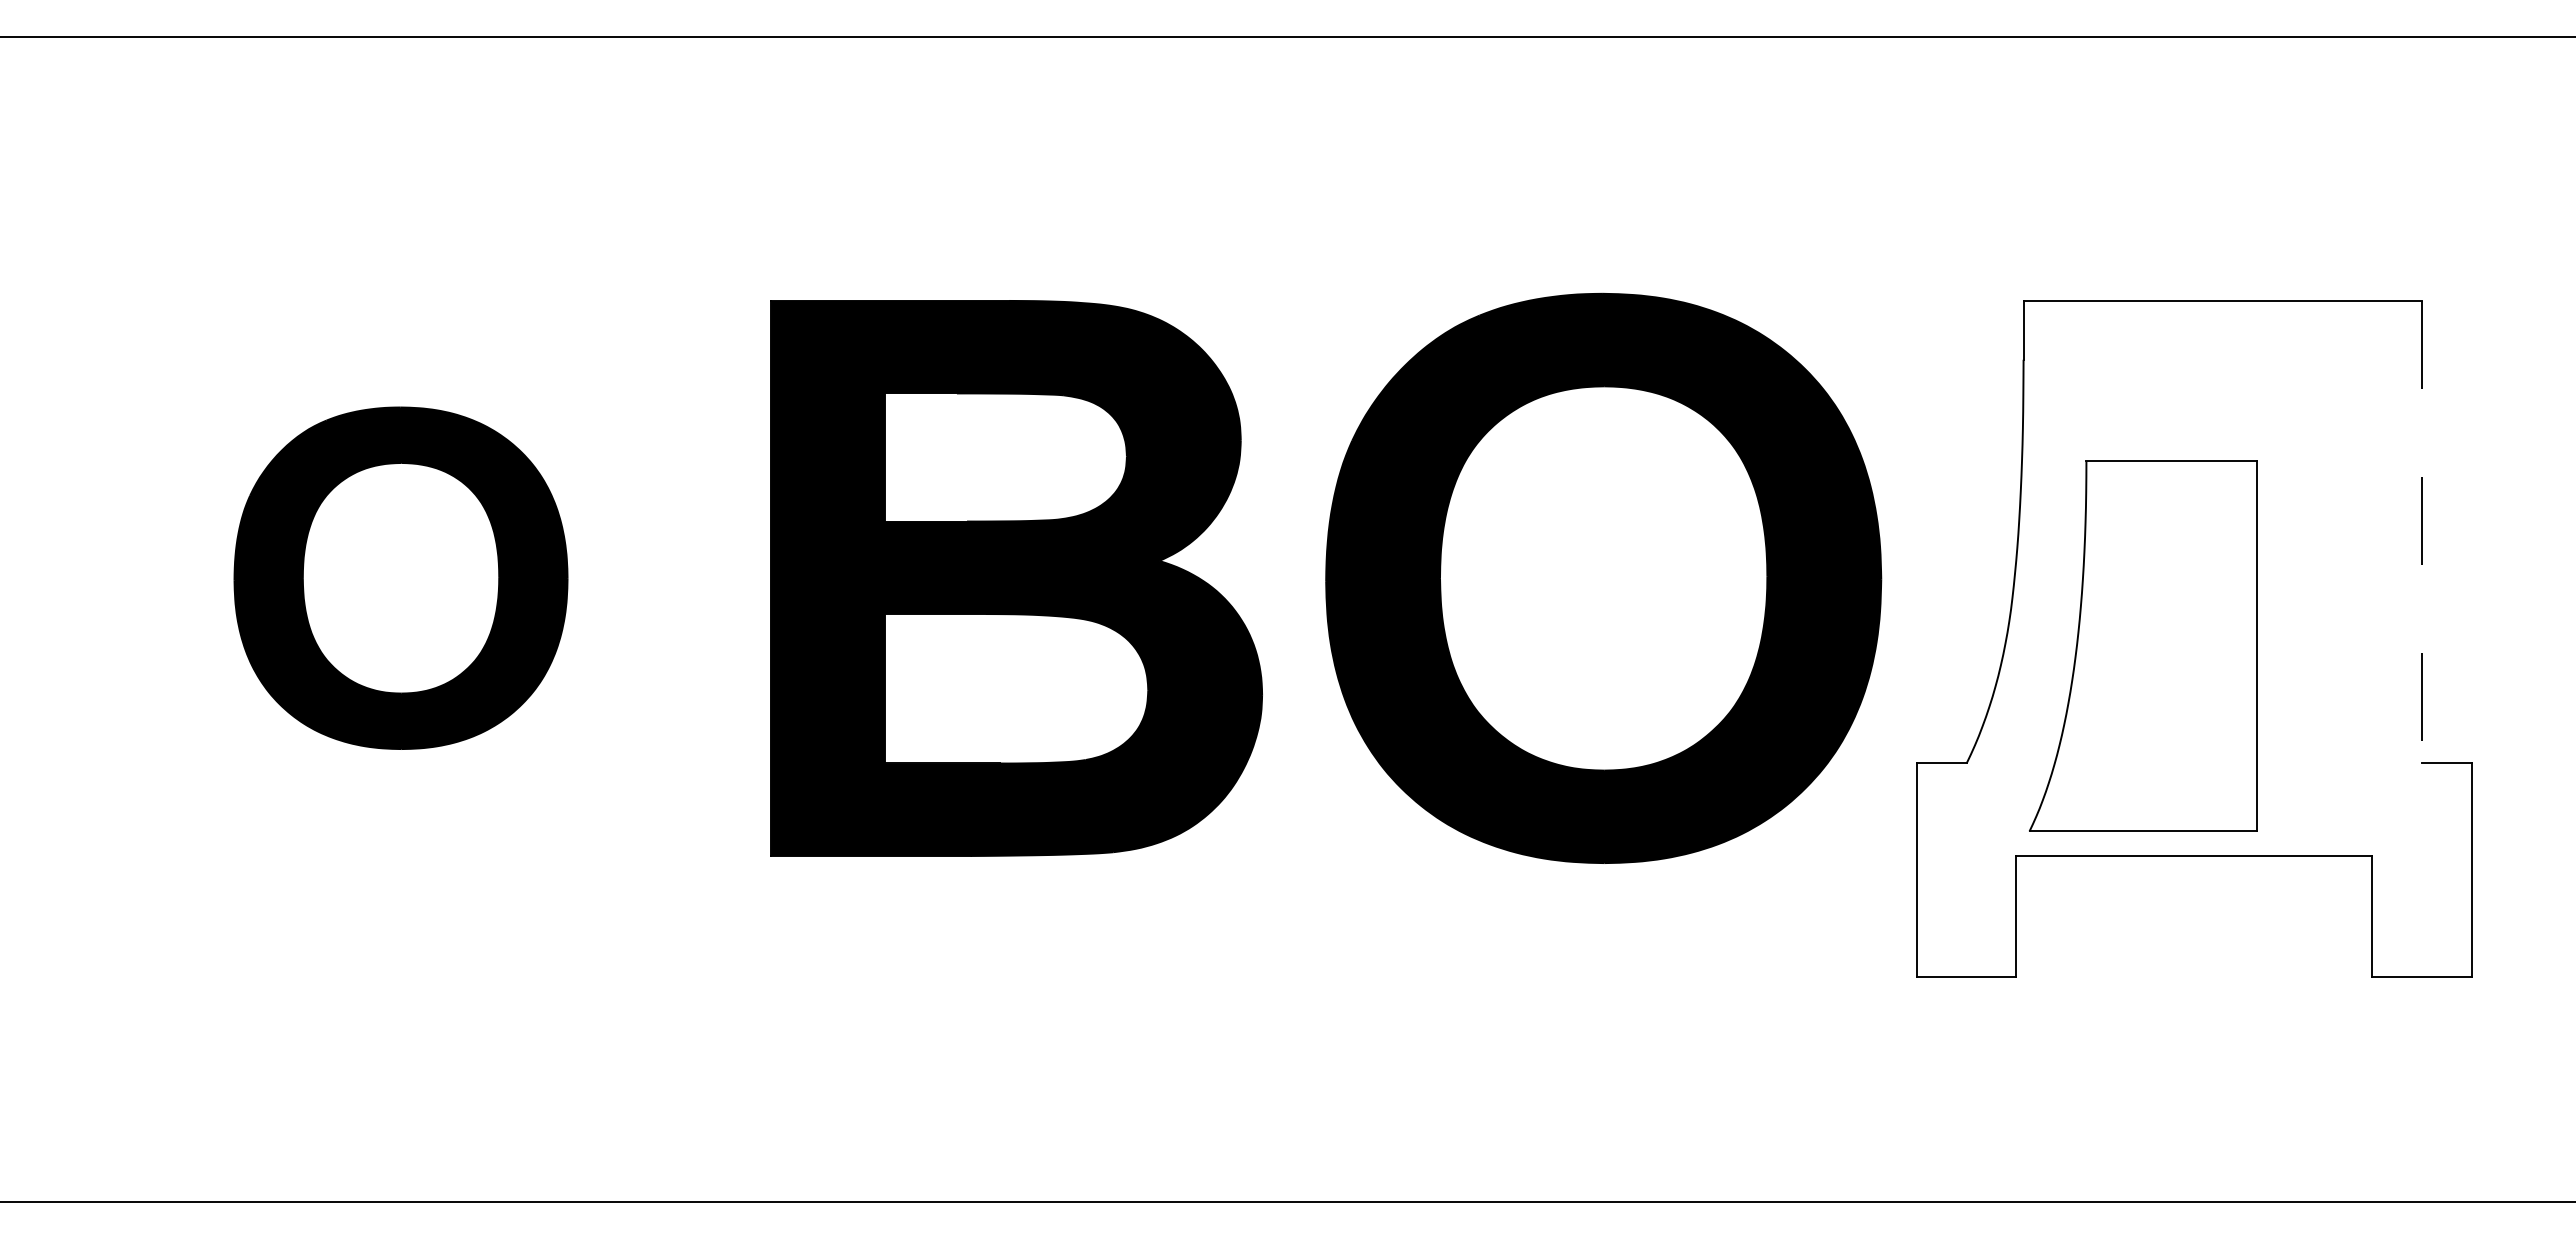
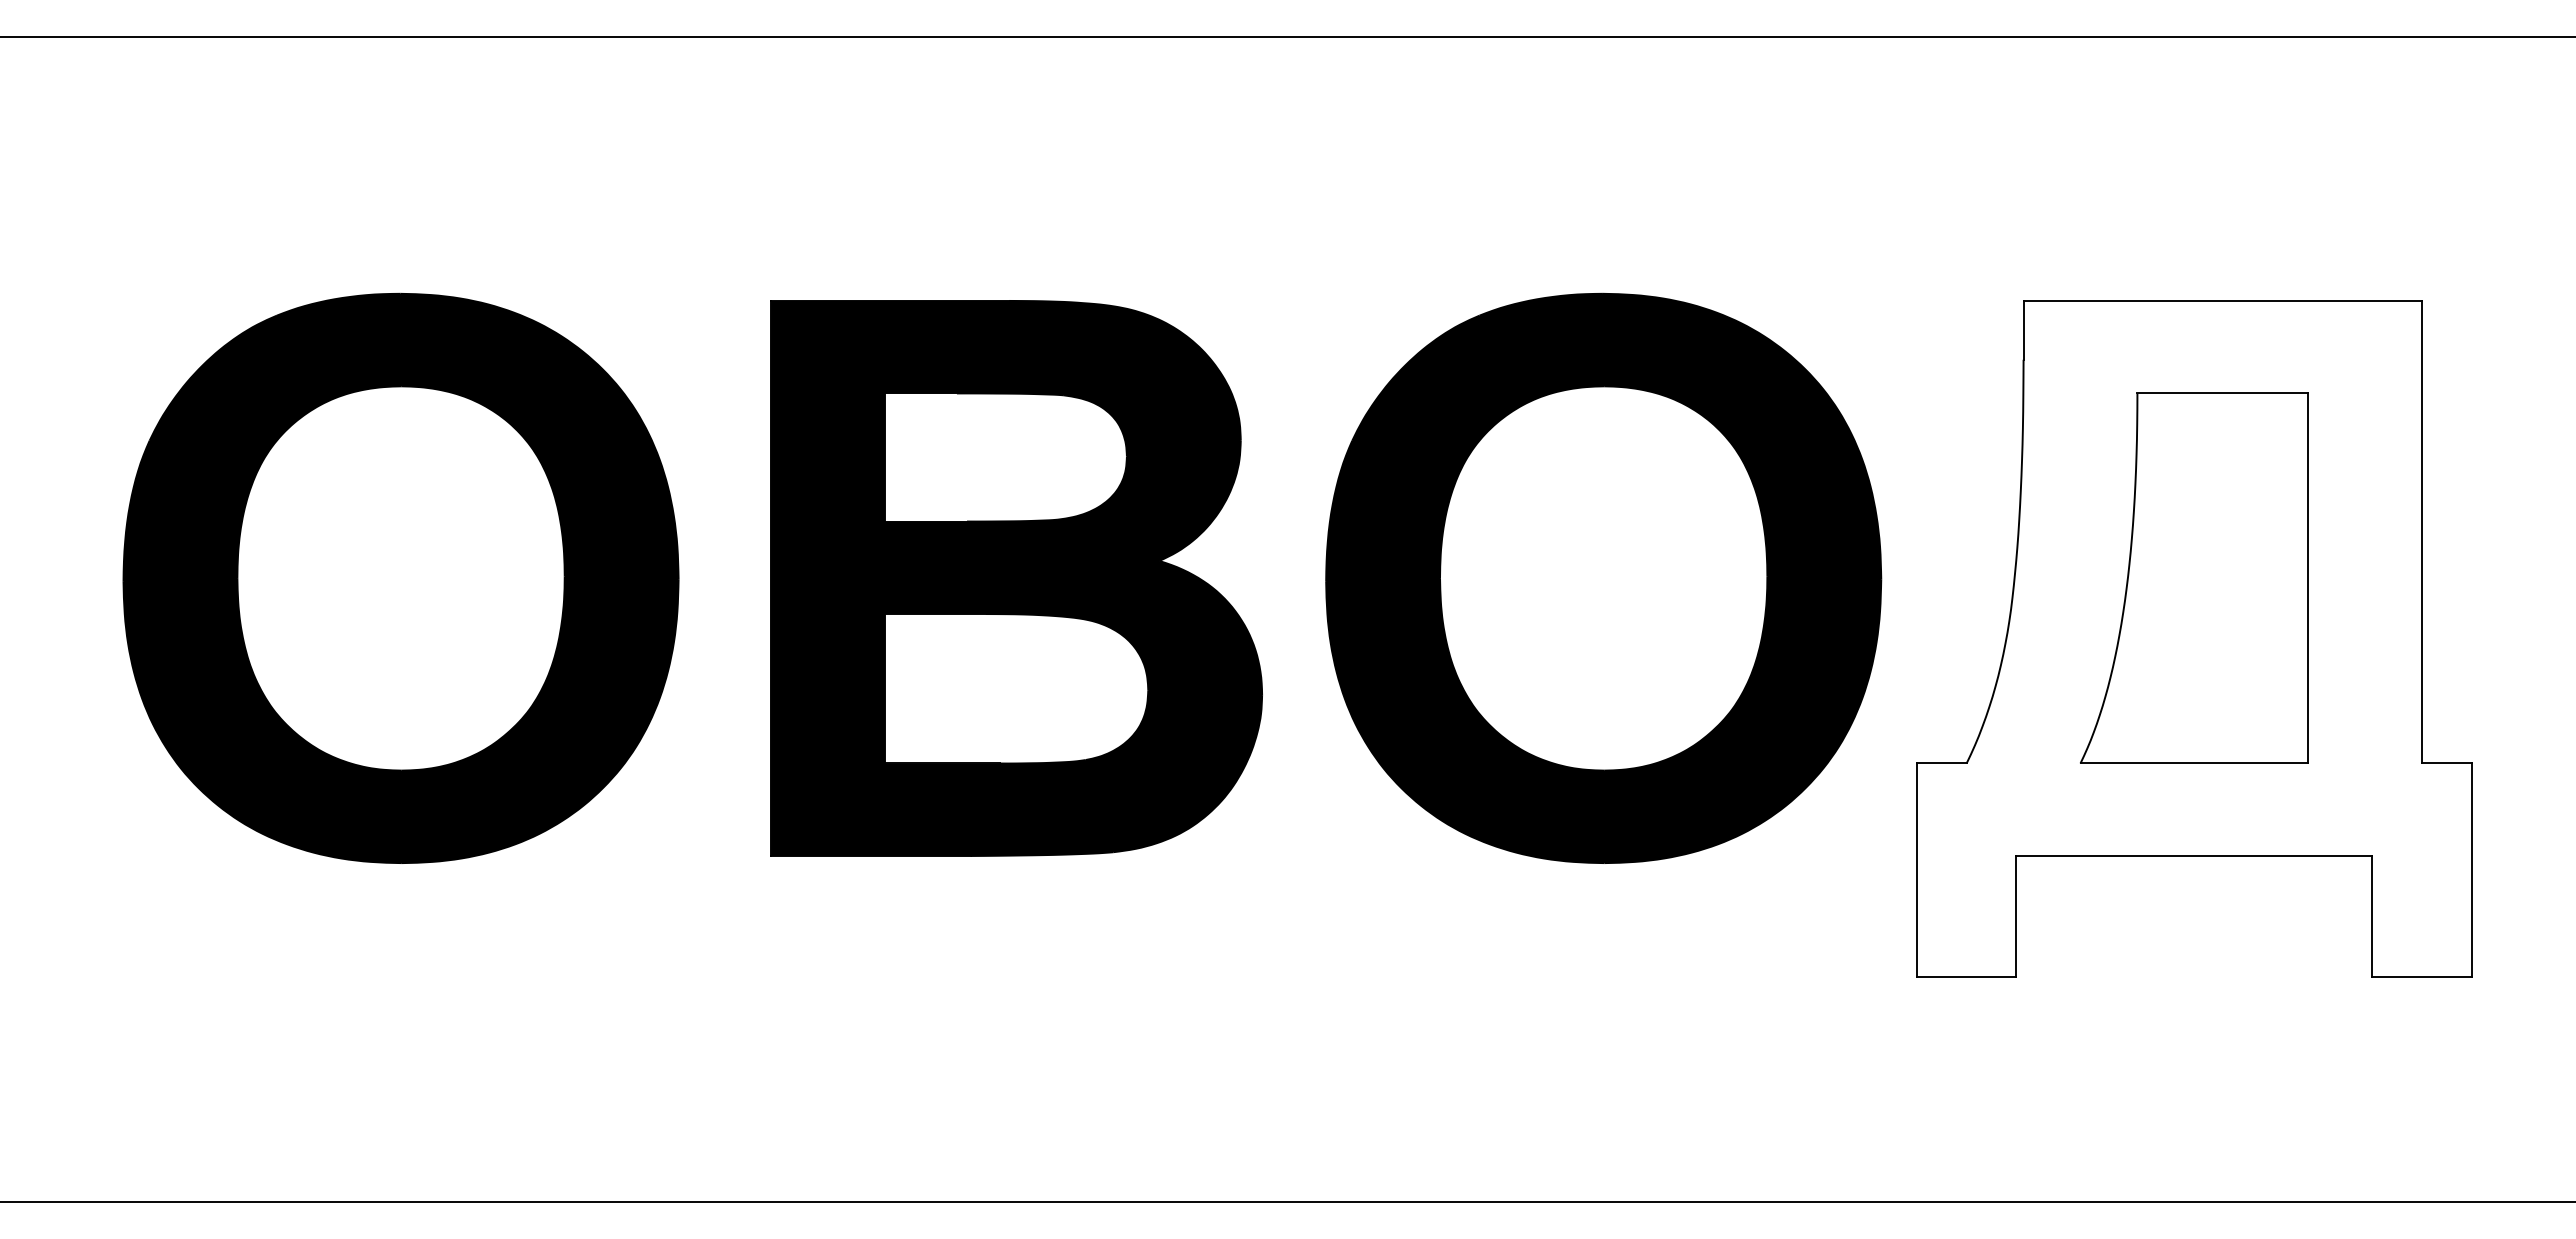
line at (2422, 532): dashed -> solid
part at (400, 577) size: 336x344 px -> 558x572 px
part at (2143, 645) position: (2143, 645) -> (2194, 577)
